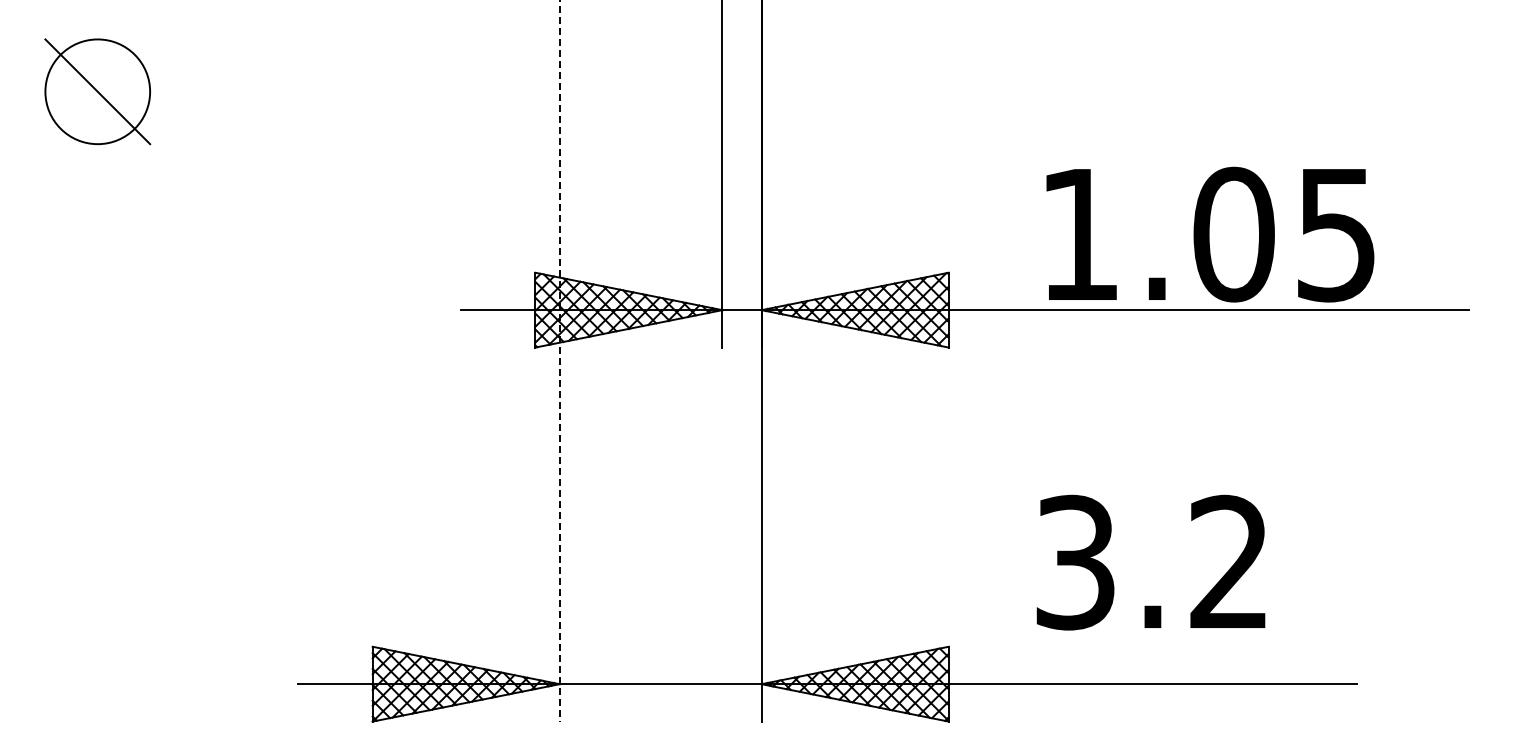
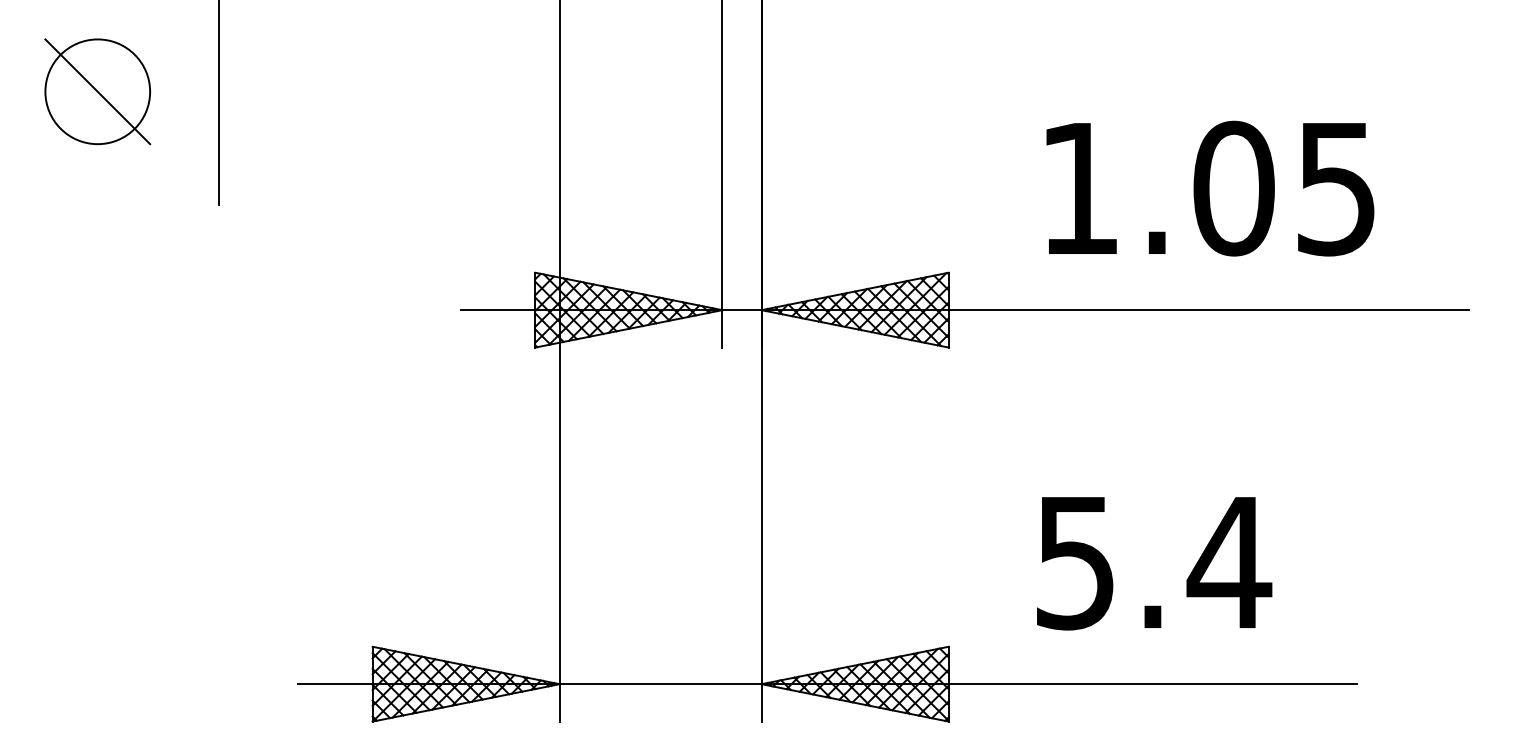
line at (219, 103): none -> present
text at (1210, 234) position: (1210, 234) -> (1210, 188)
line at (559, 361): dashed -> solid
text at (1154, 562): 3.2 -> 5.4
